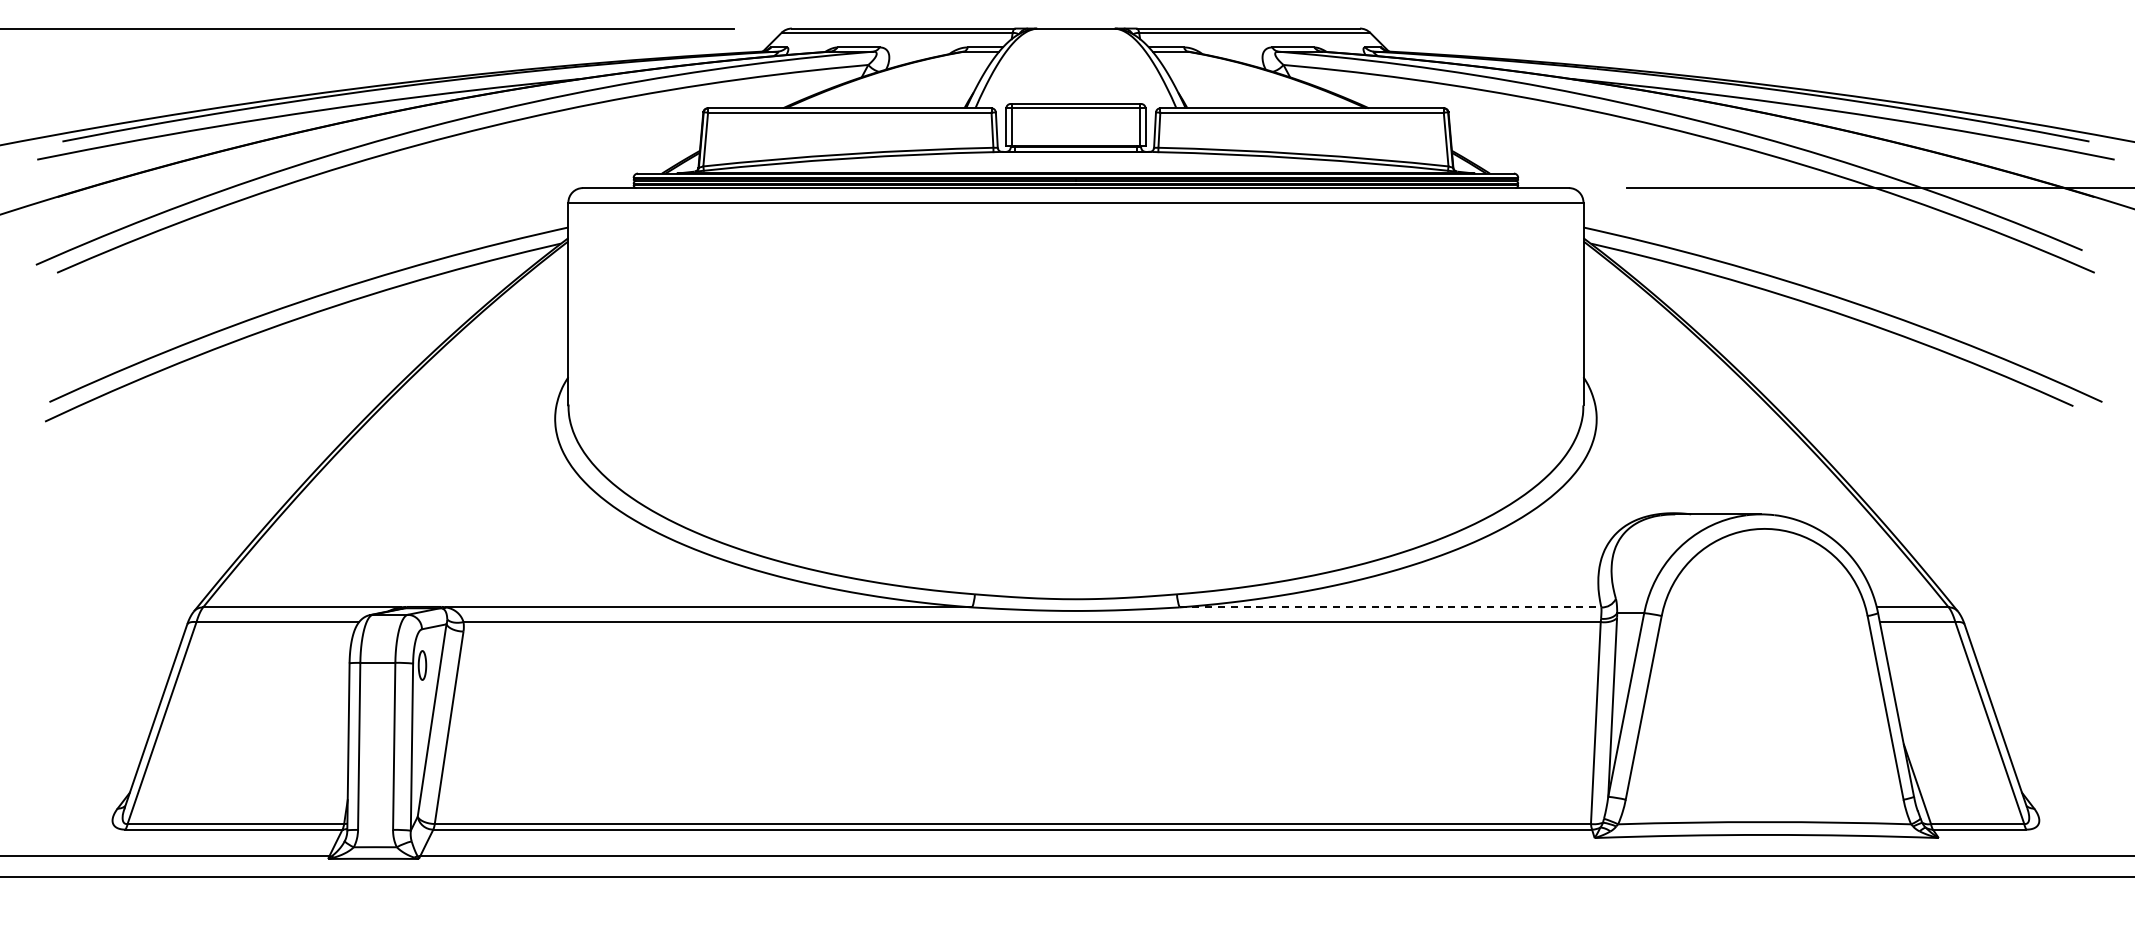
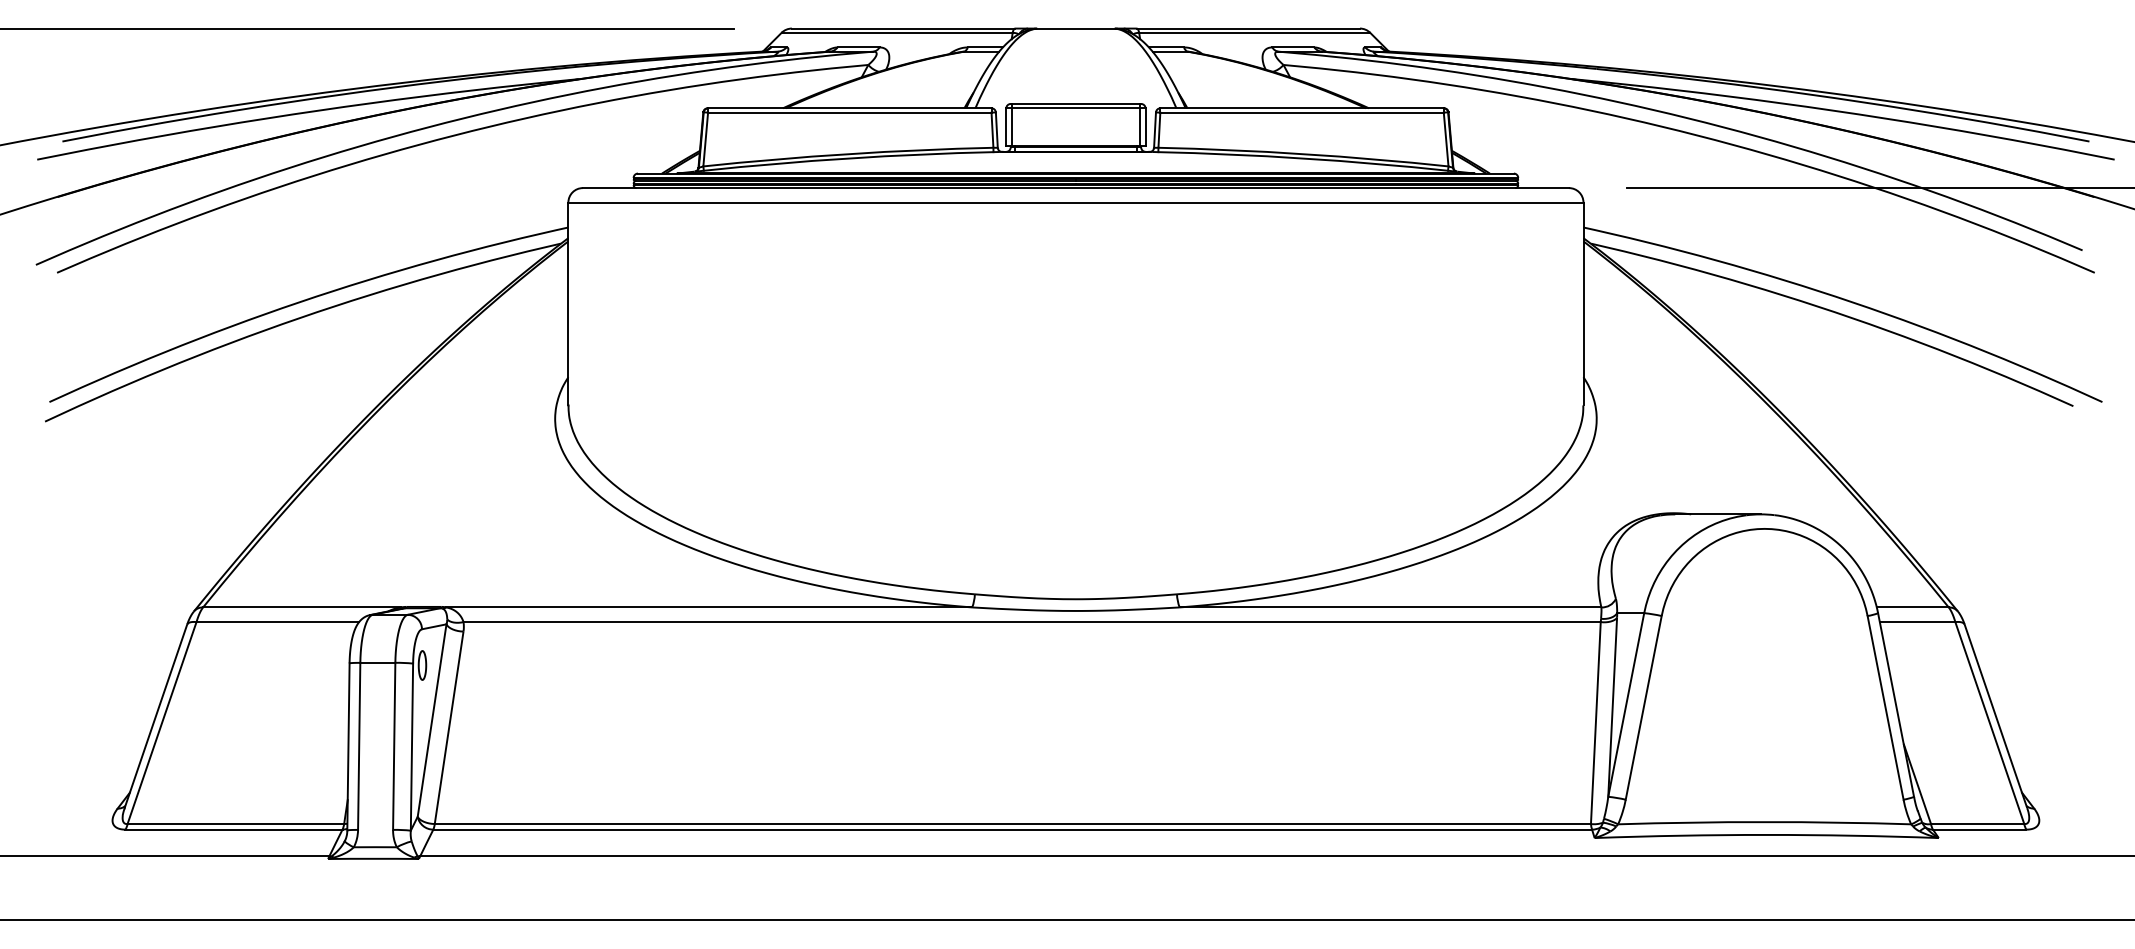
line at (1390, 607): dashed -> solid
line at (1066, 877) position: (1066, 877) -> (1066, 920)
